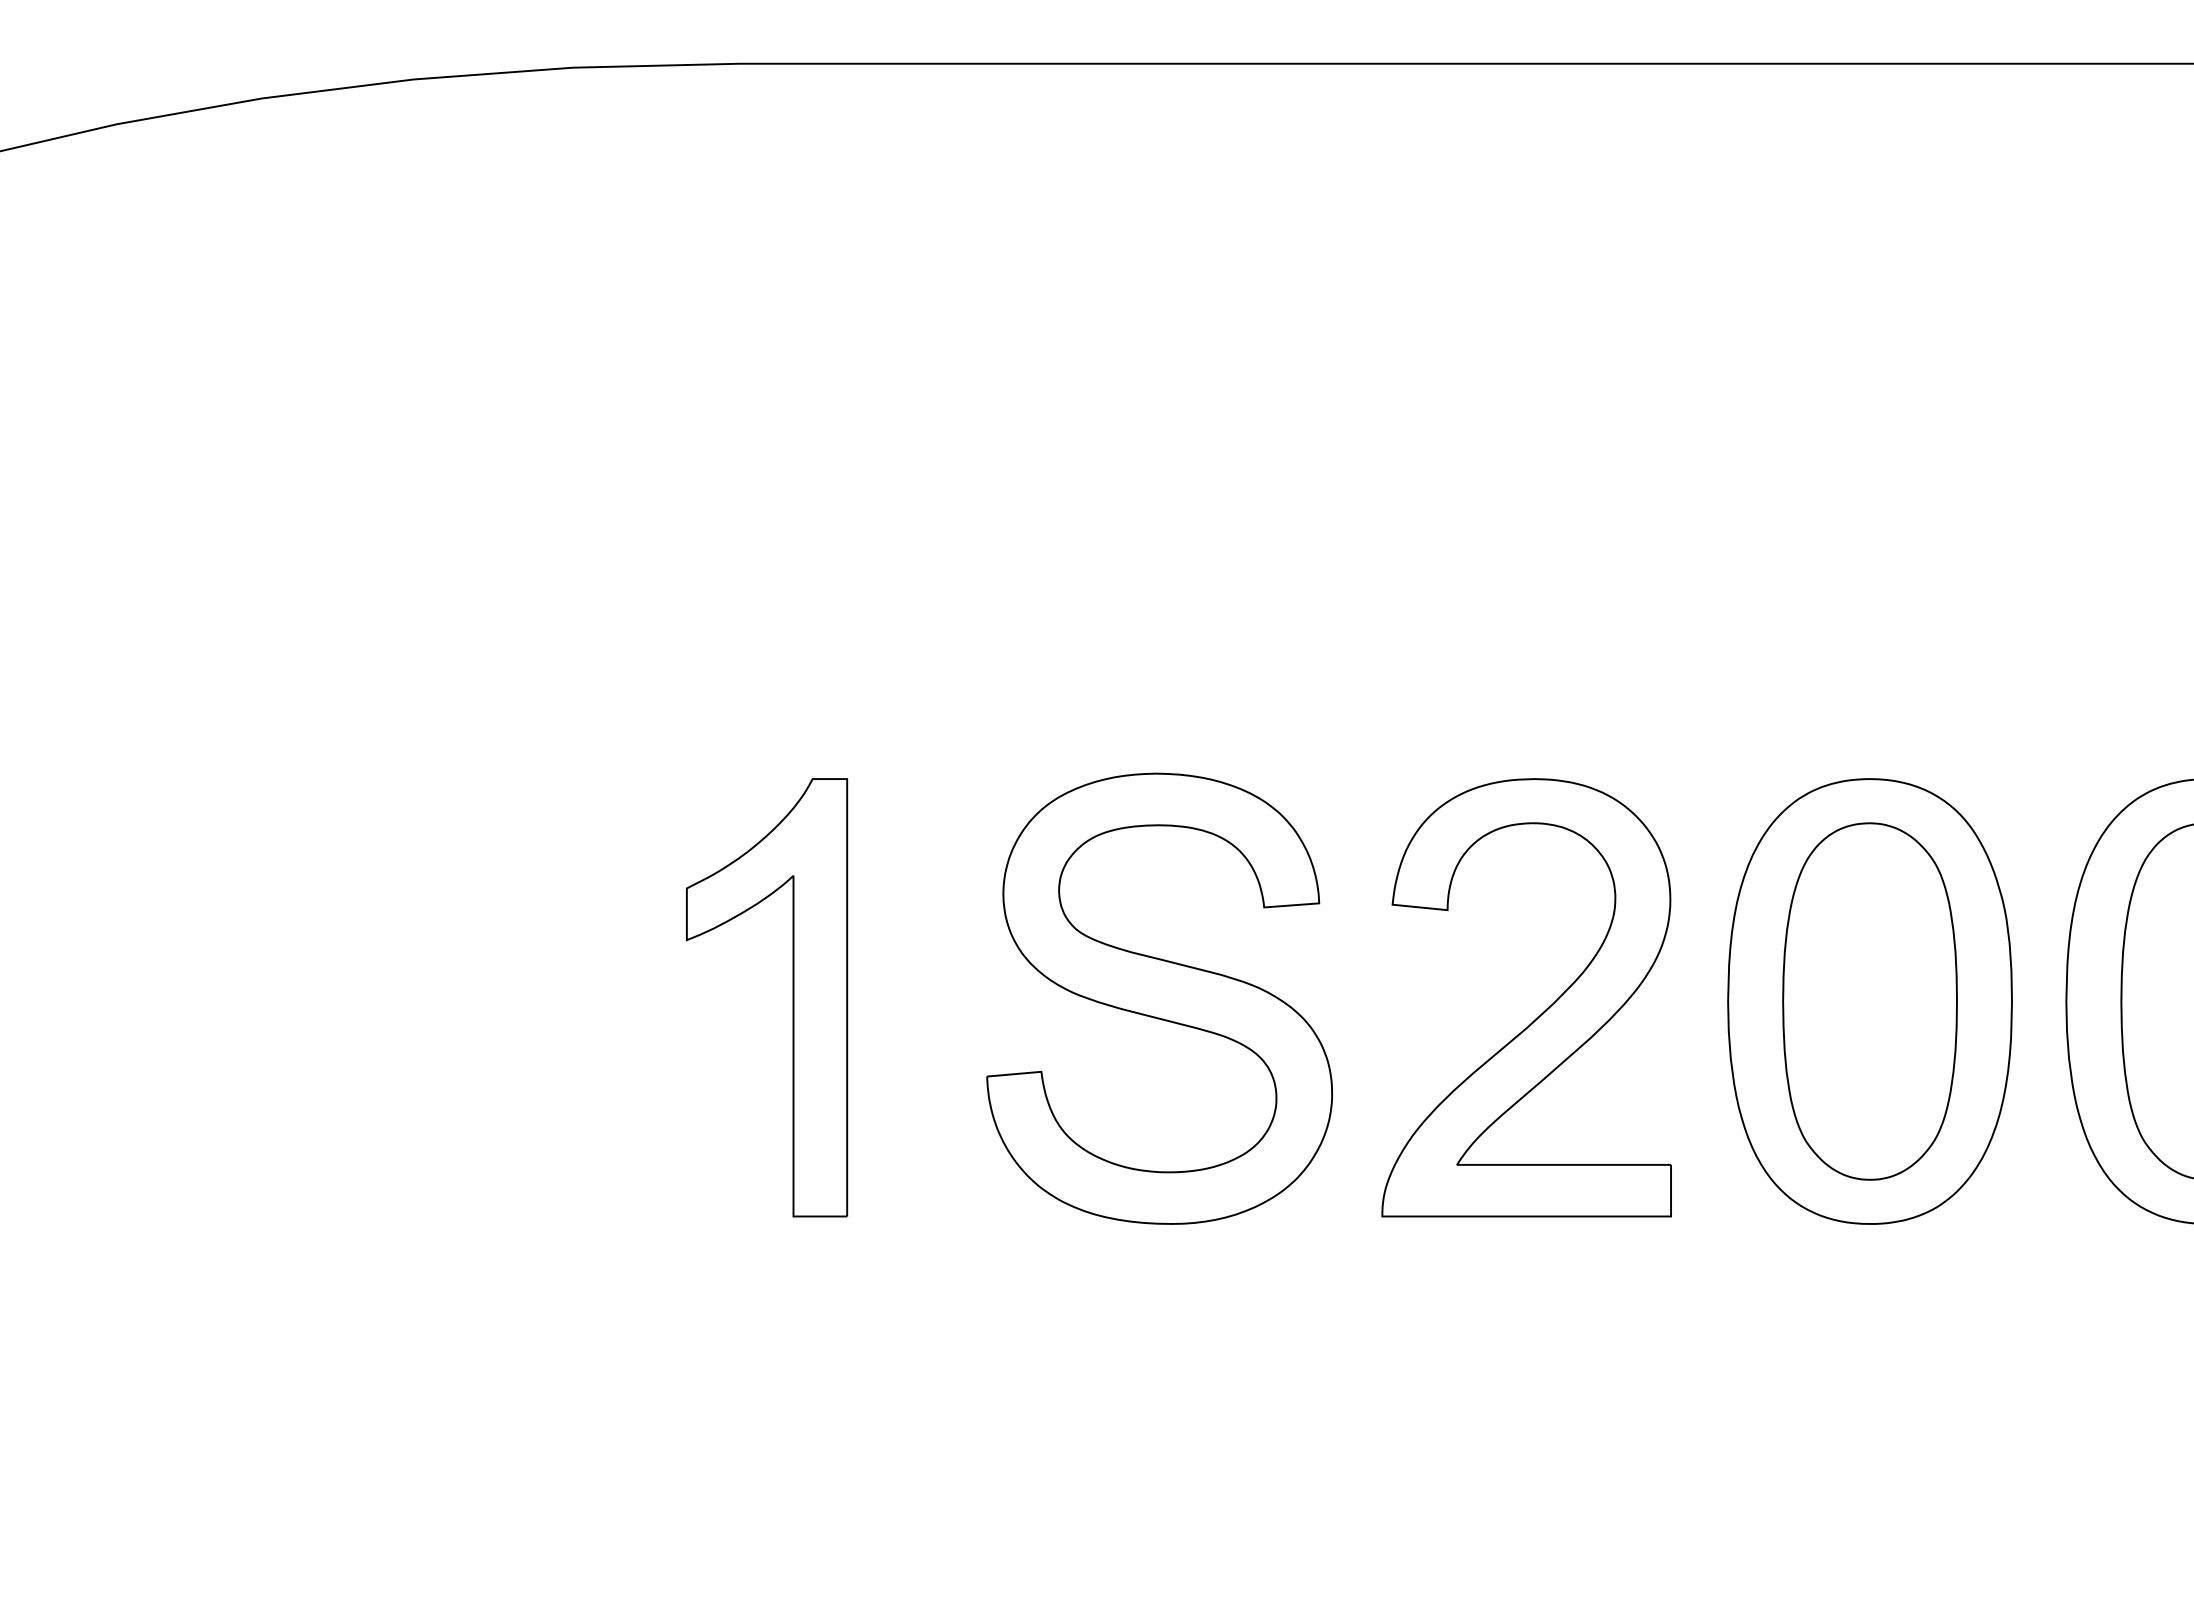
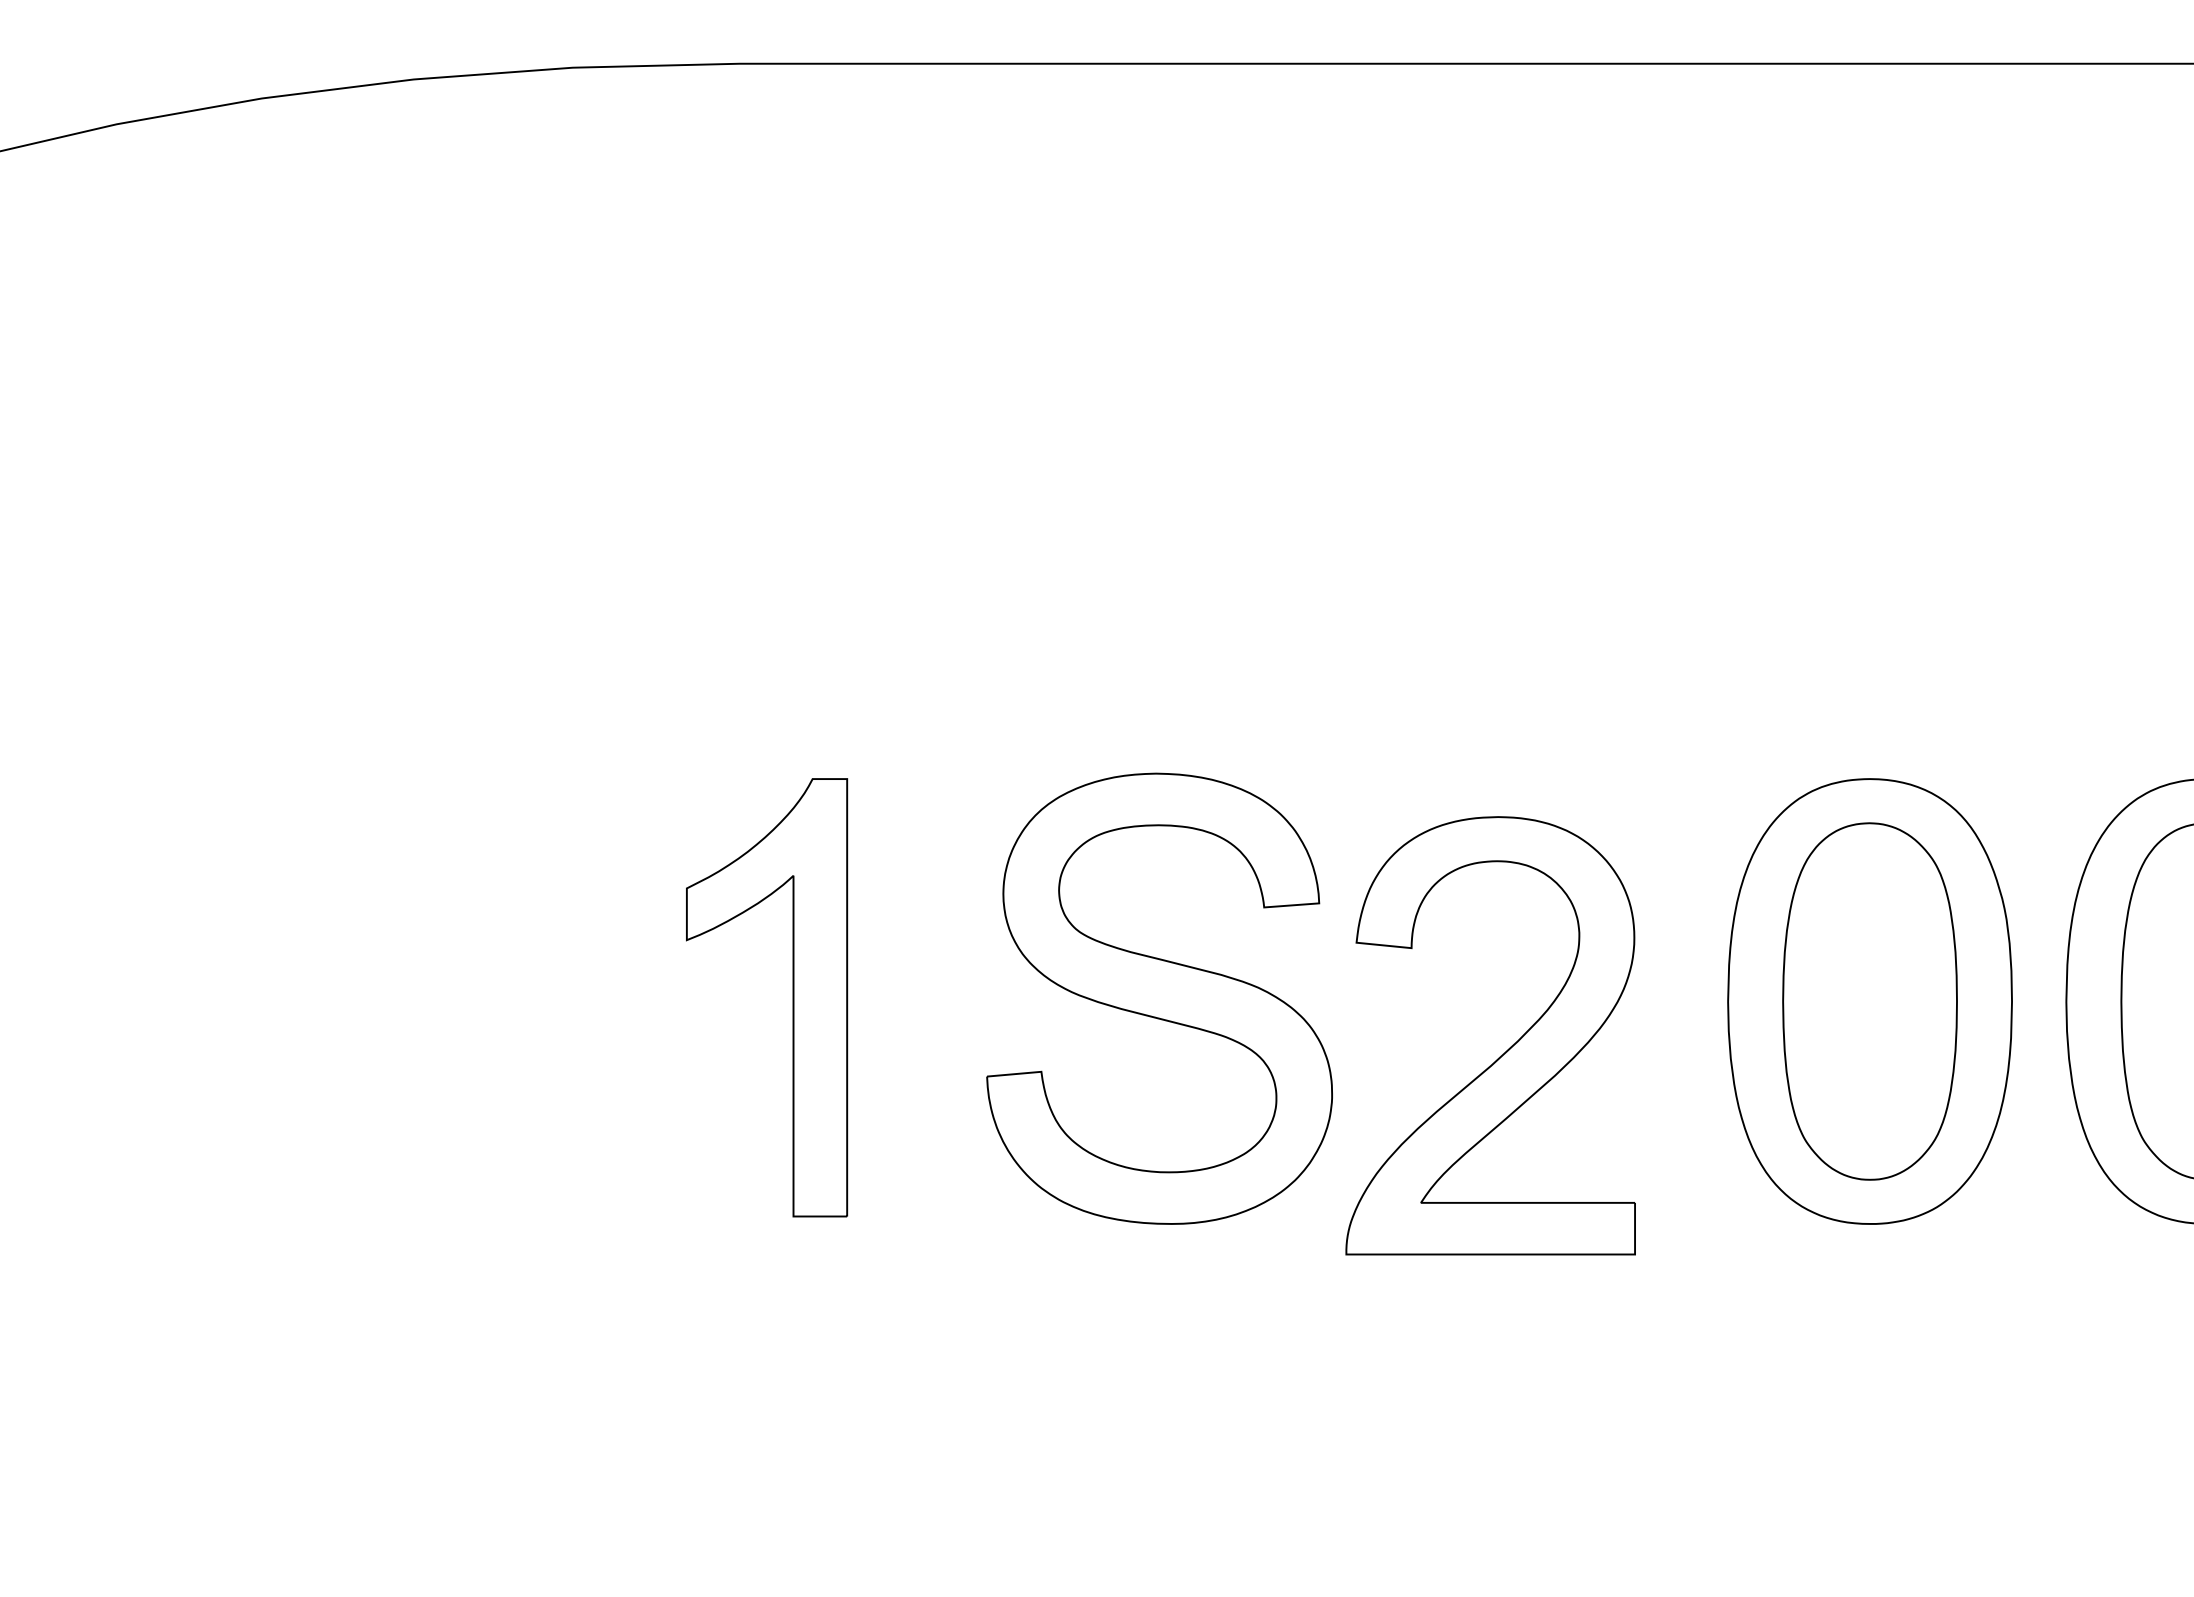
part at (1542, 1012) position: (1542, 1012) -> (1506, 1050)
